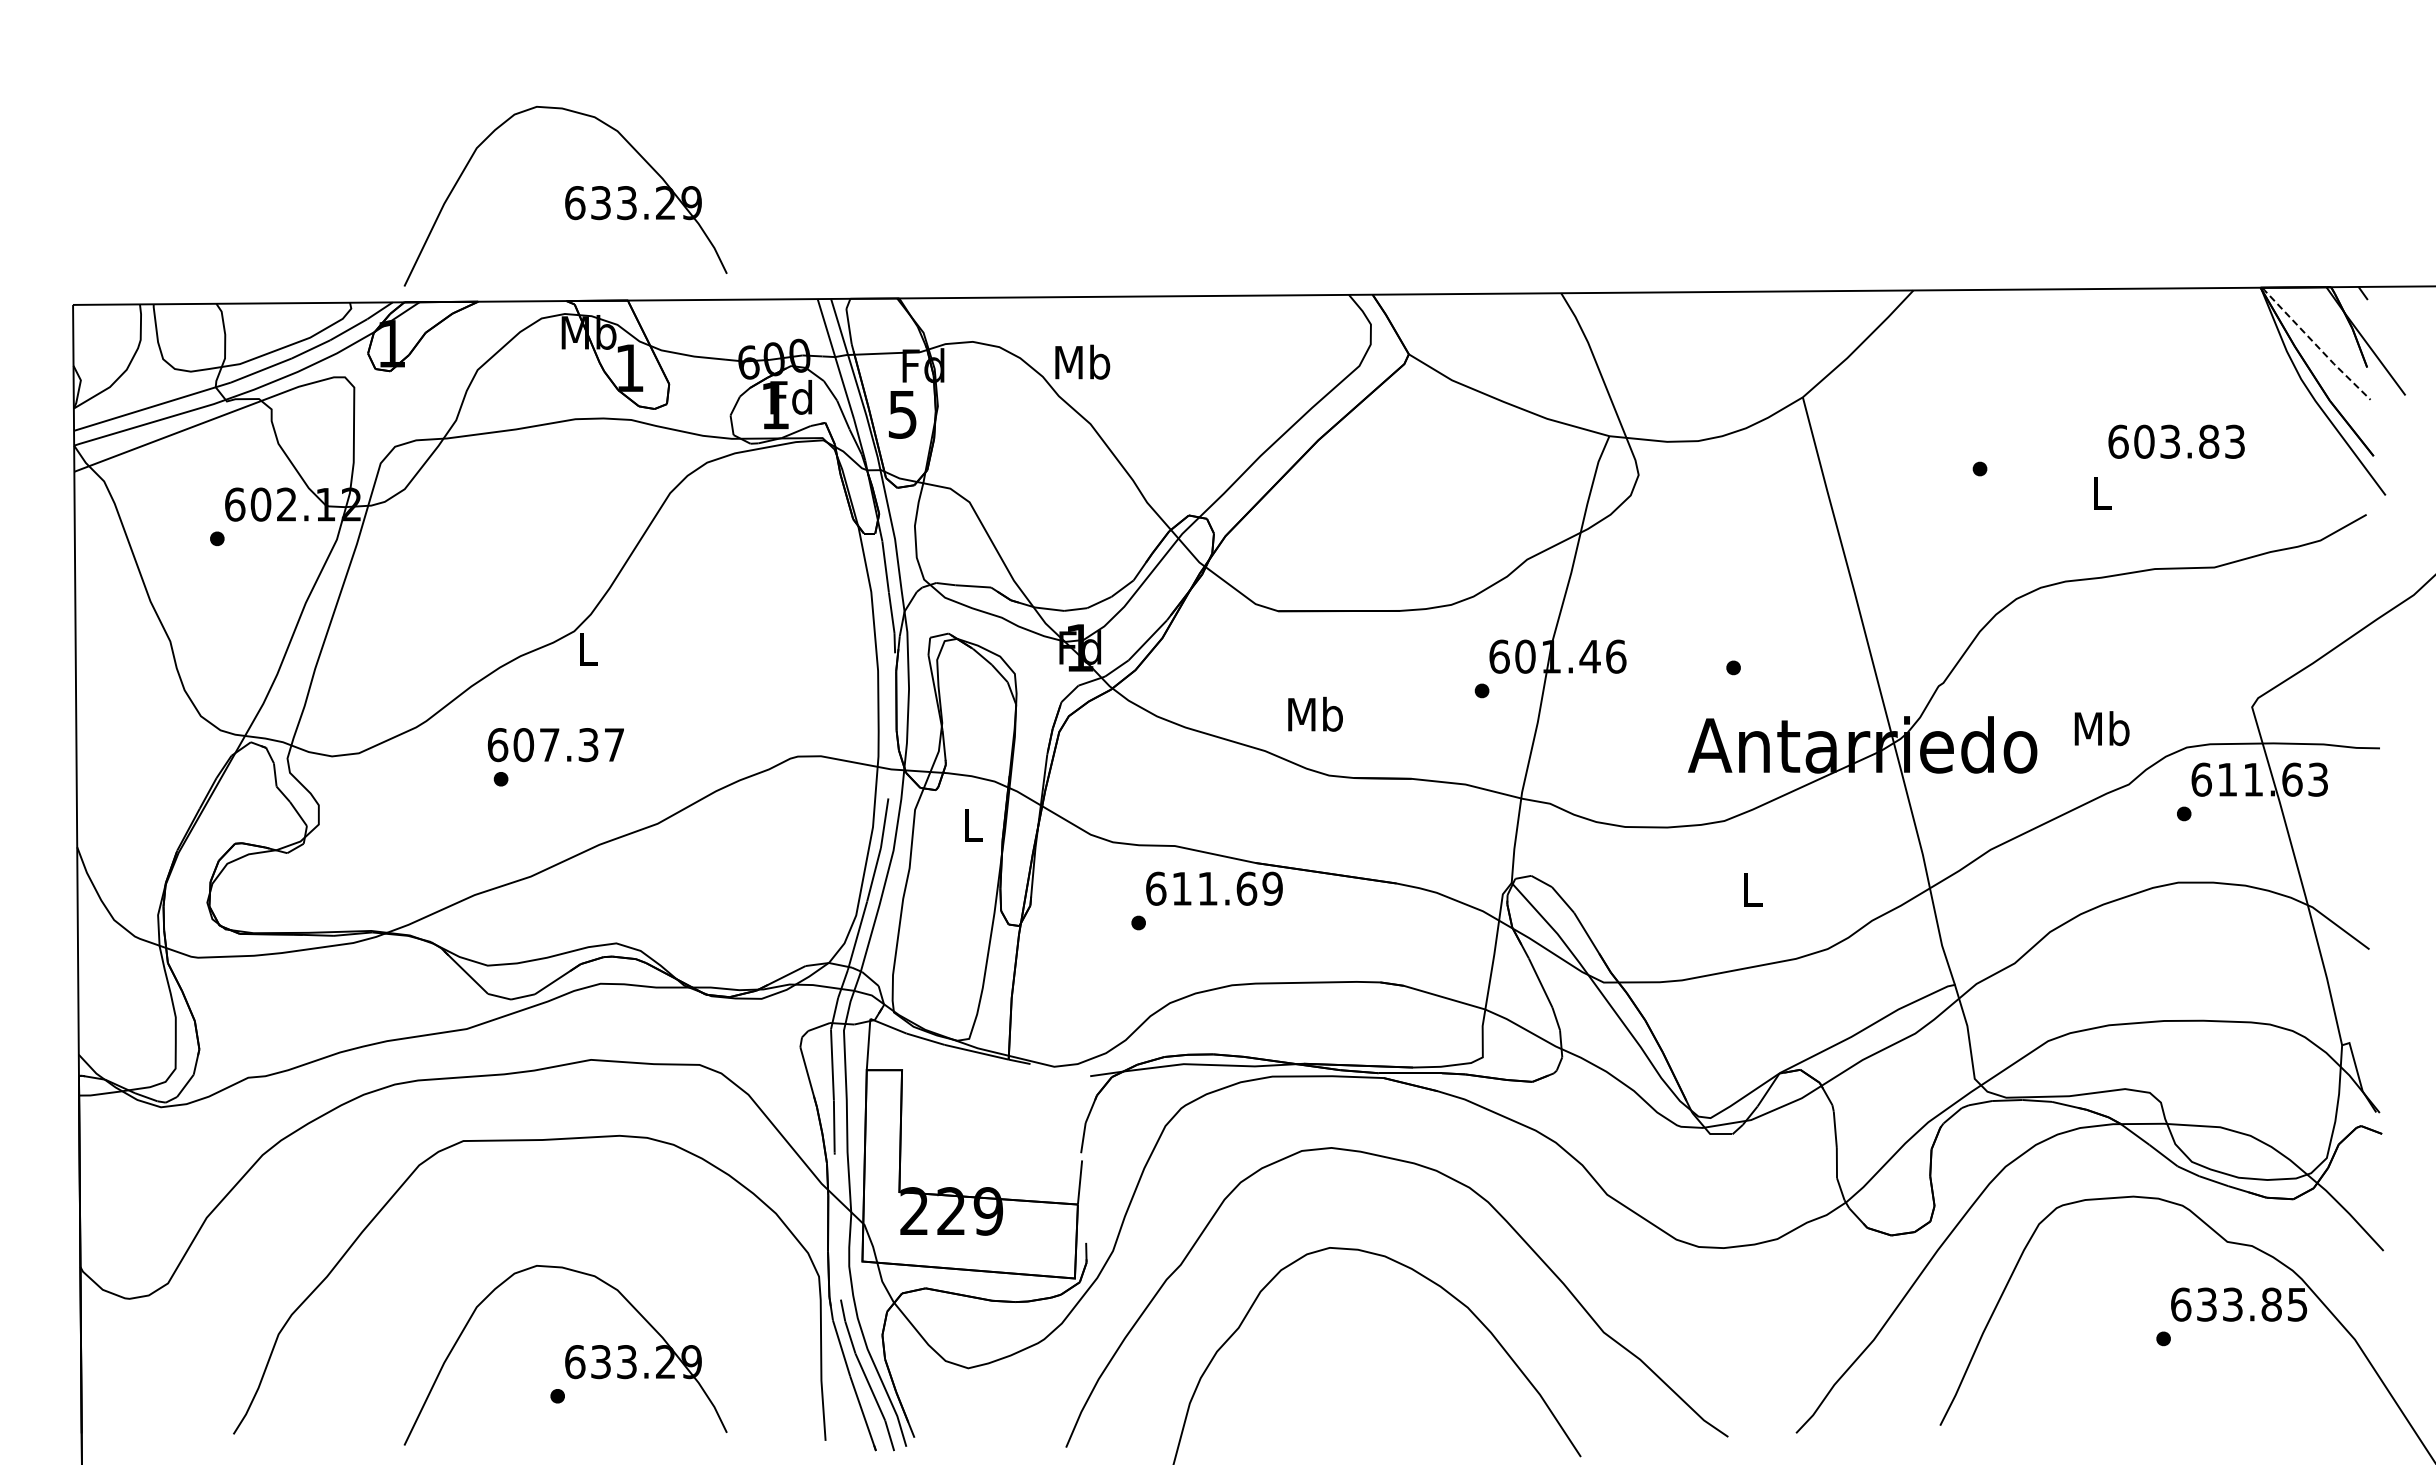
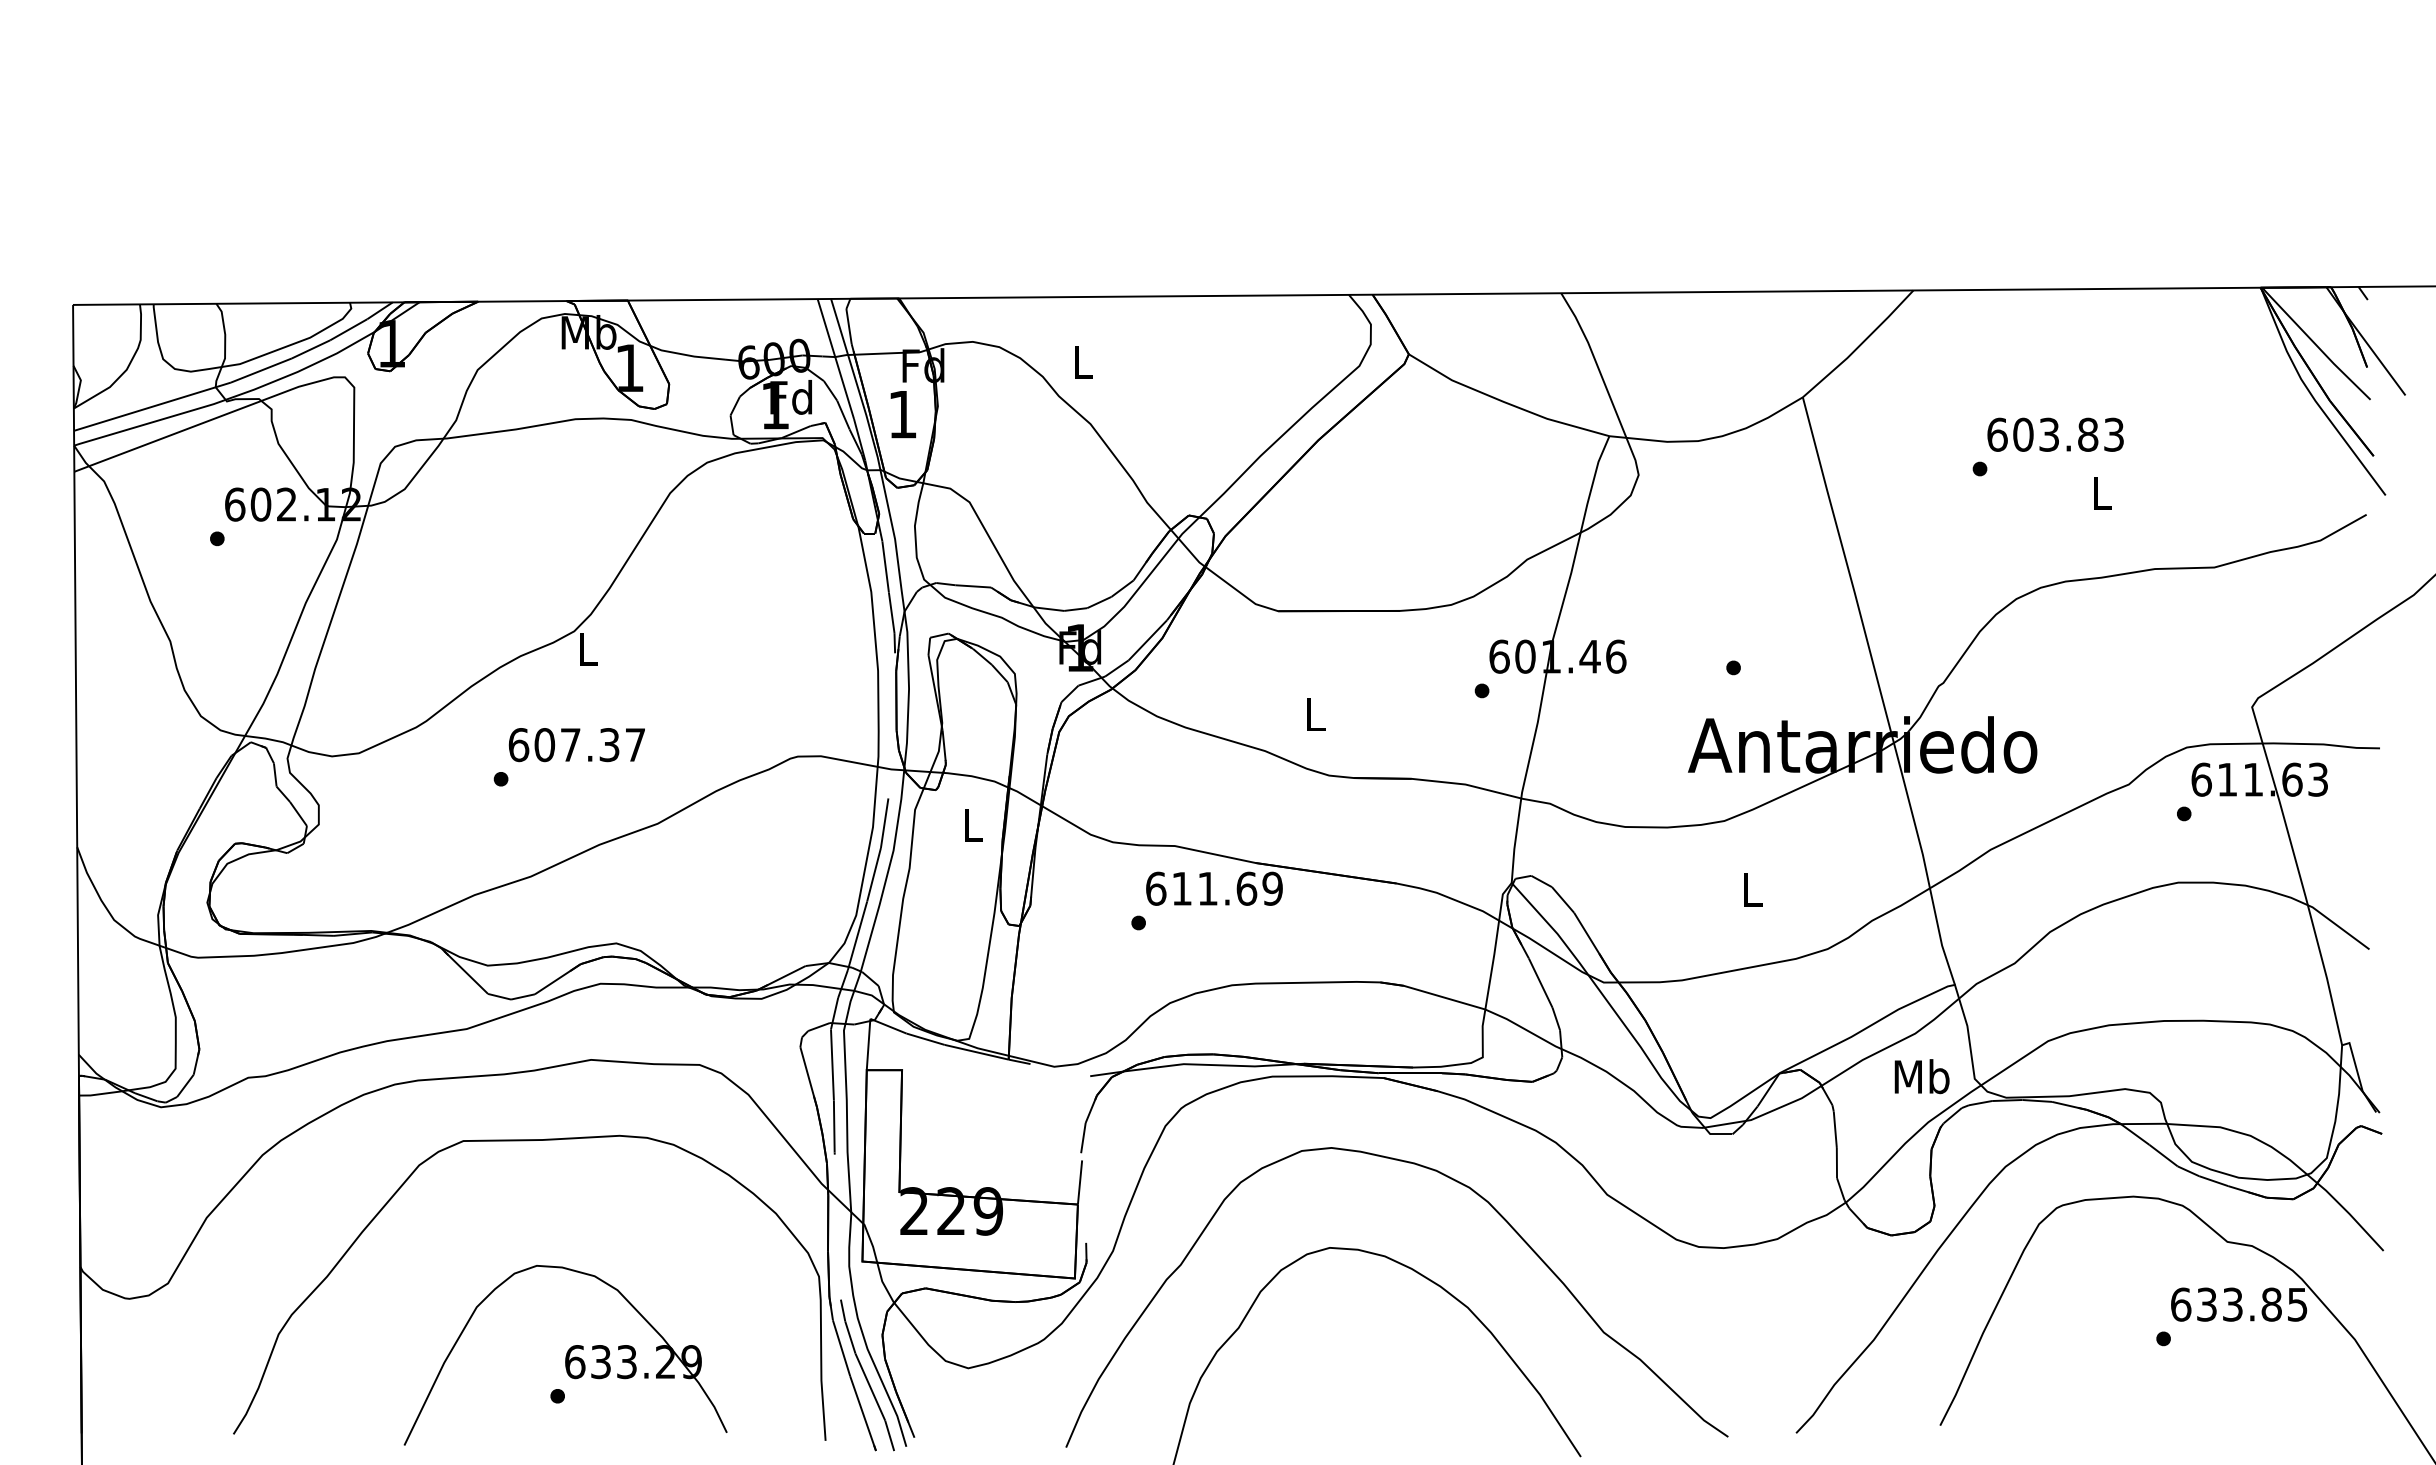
part at (565, 196): present -> none
line at (2316, 344): dashed -> solid
text at (1082, 361): Mb -> L
text at (902, 414): 5 -> 1
text at (2176, 441) position: (2176, 441) -> (2055, 434)
text at (1315, 713): Mb -> L
text at (2101, 728) position: (2101, 728) -> (1921, 1076)
text at (555, 745) position: (555, 745) -> (576, 745)
